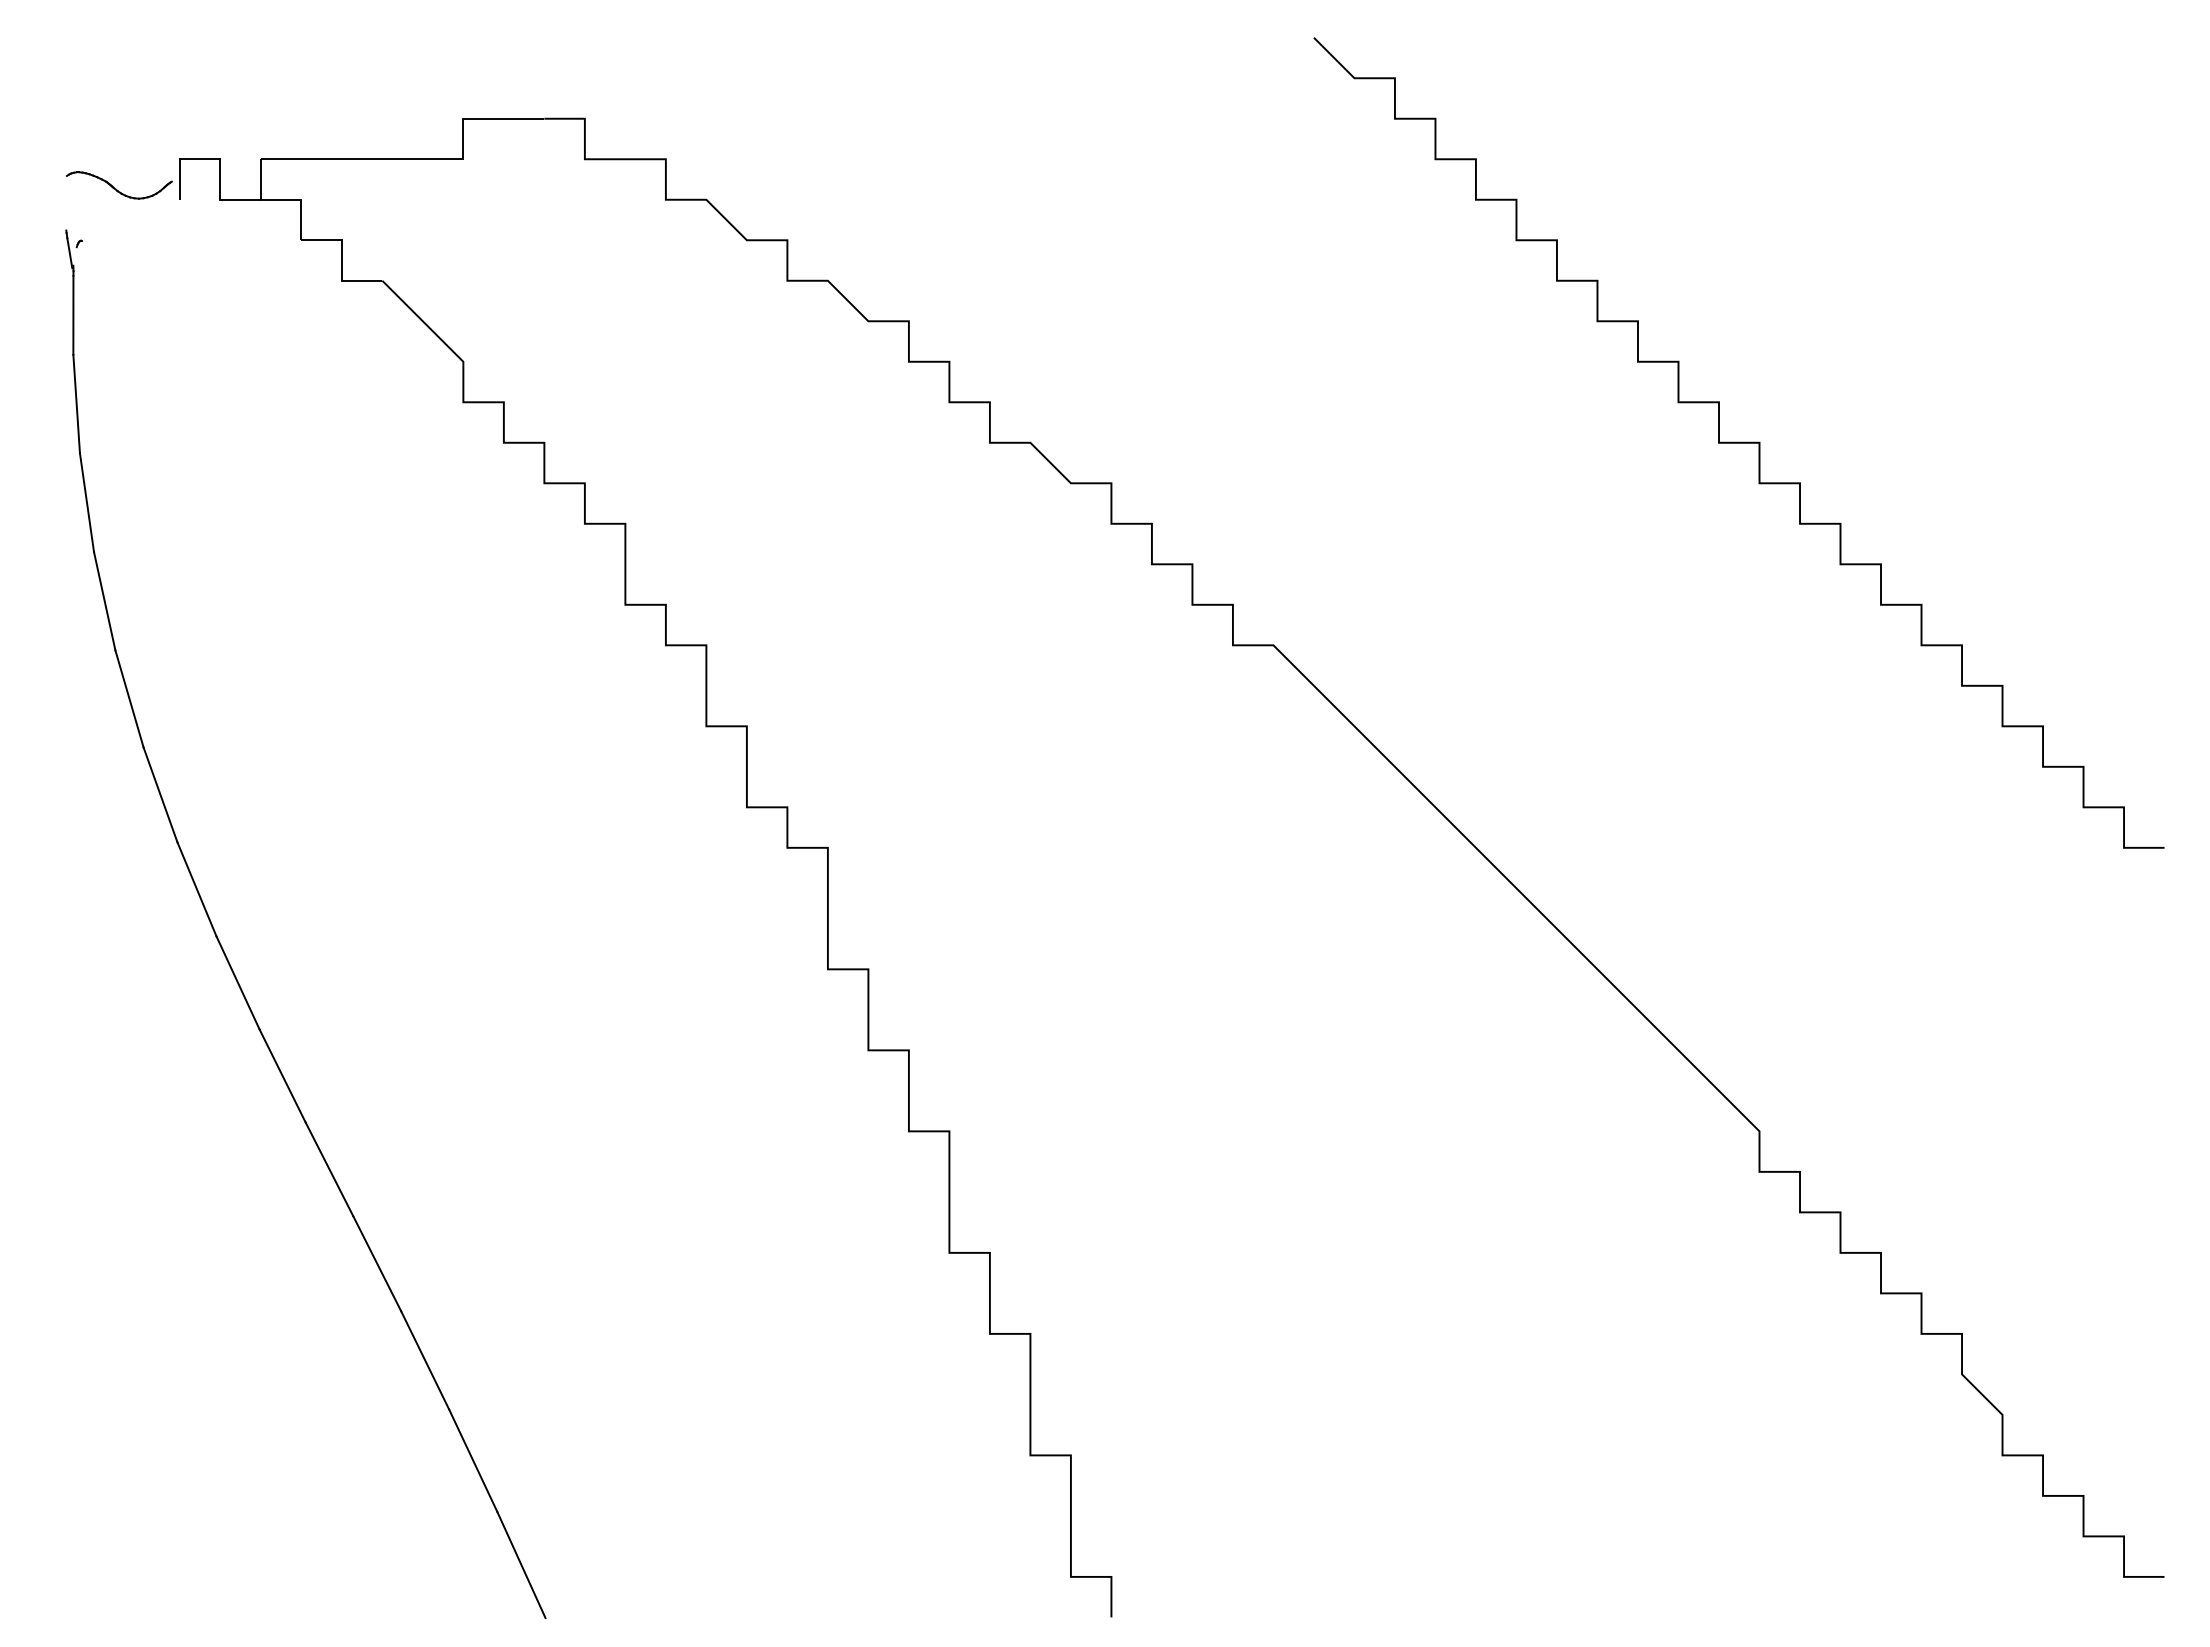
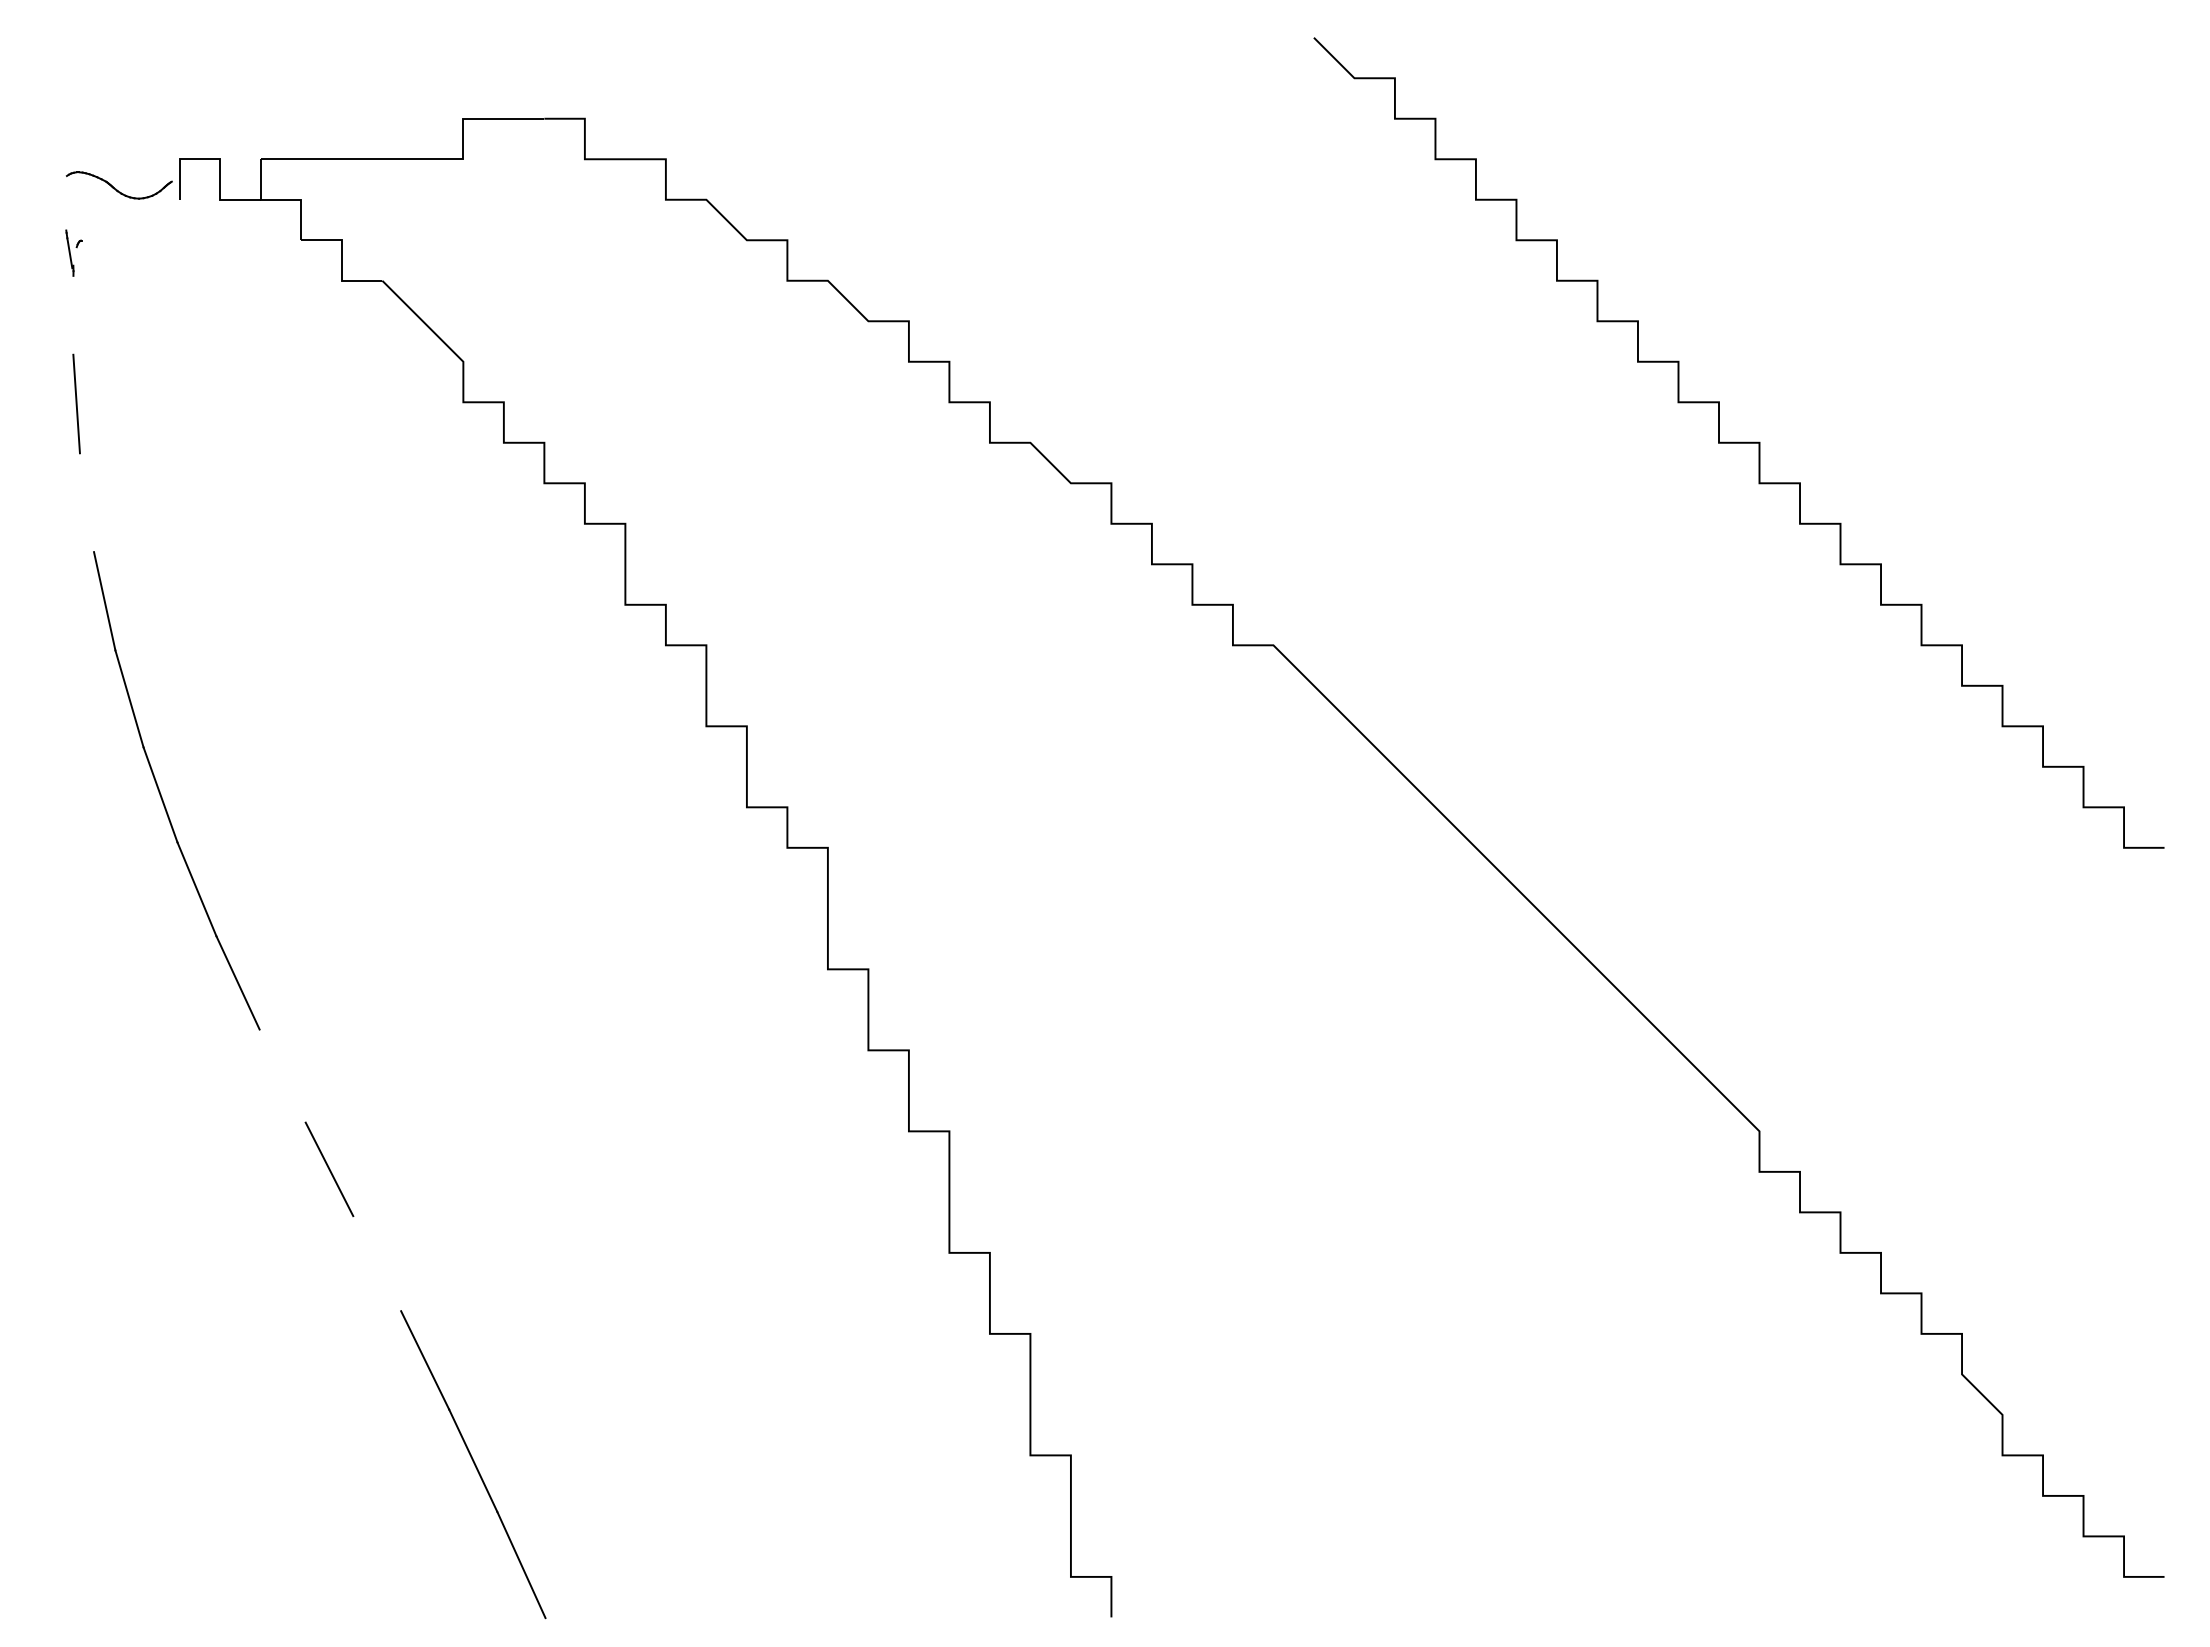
line at (73, 314): present -> none
line at (86, 502): present -> none
line at (282, 1075): present -> none
line at (377, 1263): present -> none
